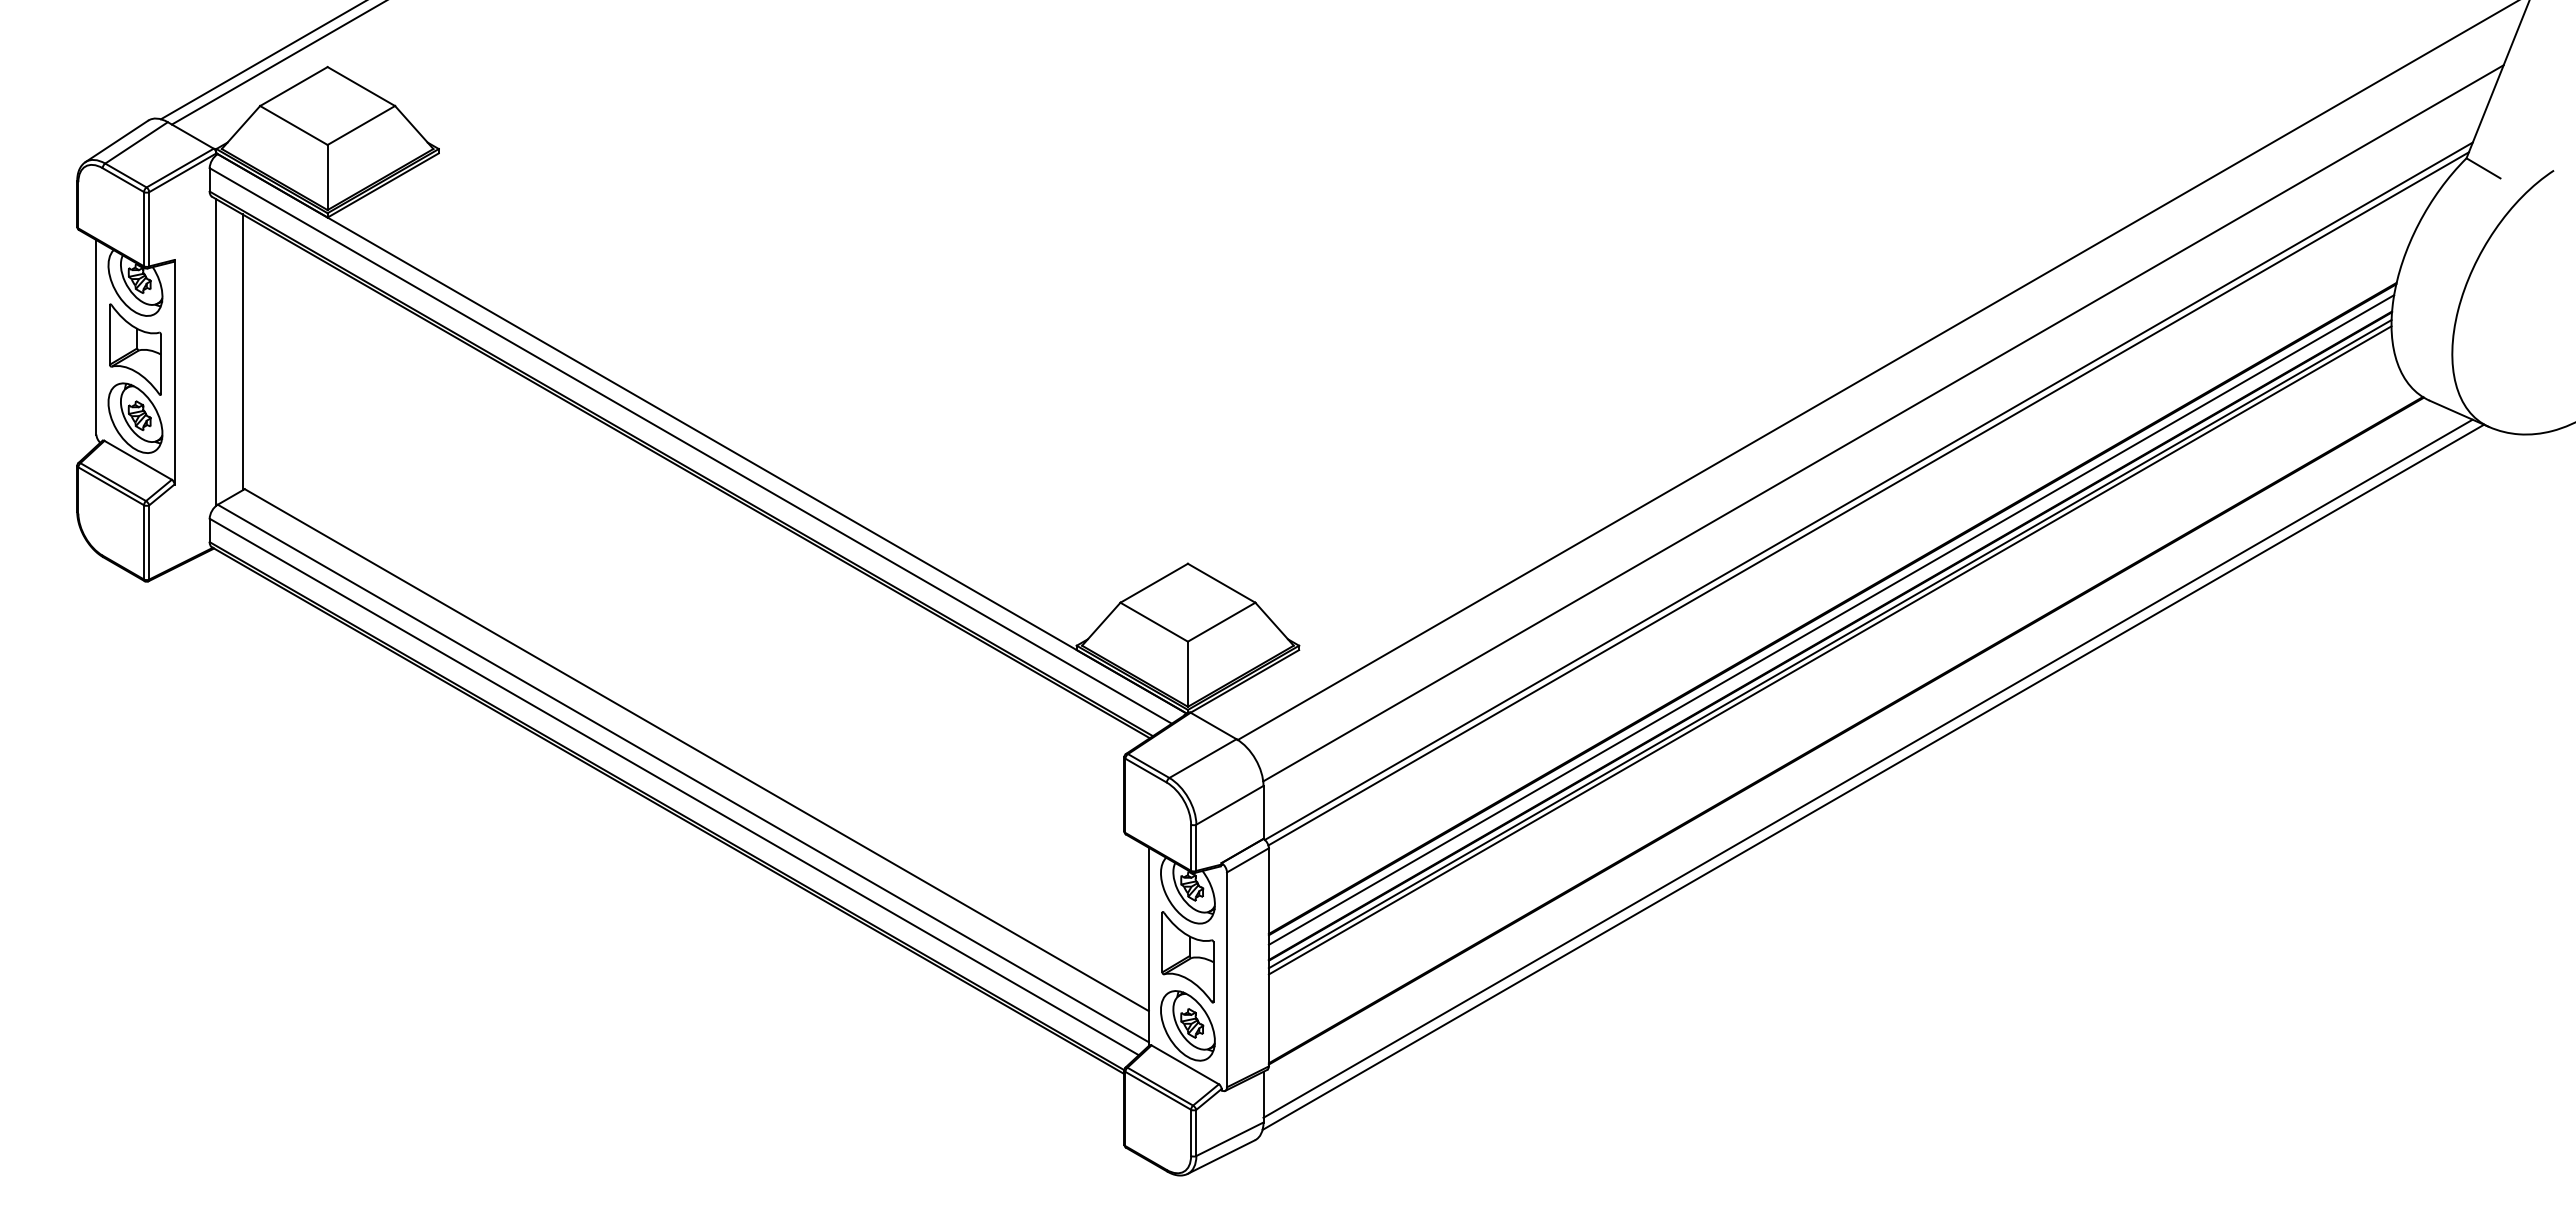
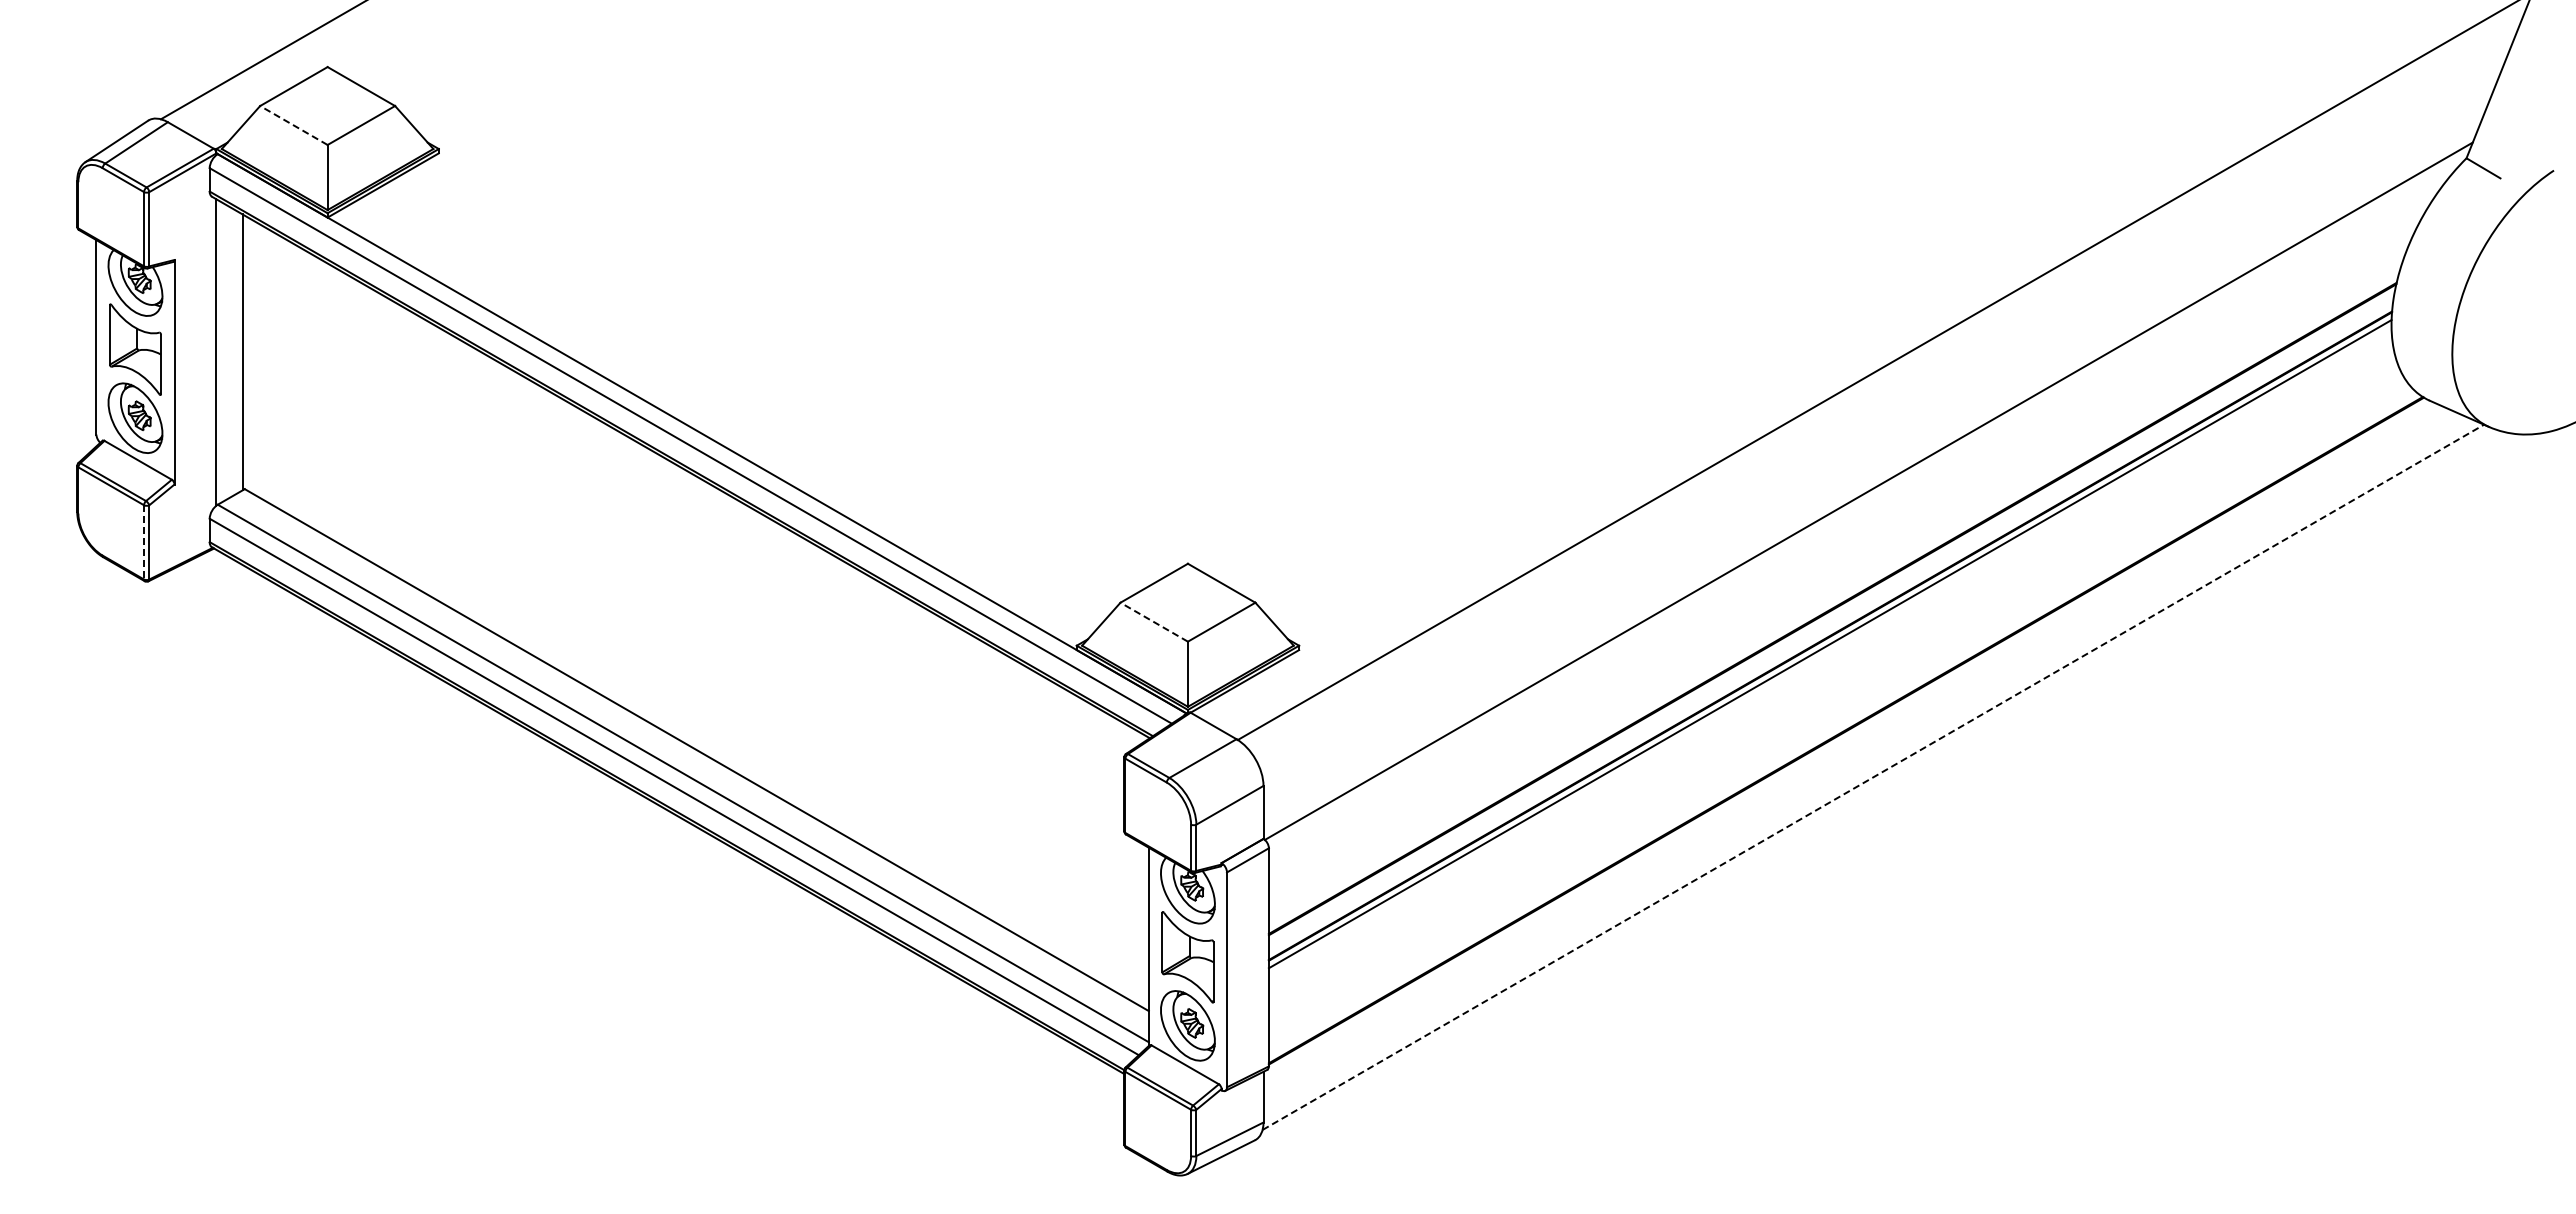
line at (277, 63): present -> none
line at (293, 125): solid -> dashed
line at (1883, 423): present -> none
line at (1868, 498): present -> none
line at (144, 542): solid -> dashed
line at (1831, 619): present -> none
line at (1154, 622): solid -> dashed
line at (1829, 650): present -> none
line at (1867, 768): present -> none
line at (1873, 777): solid -> dashed
